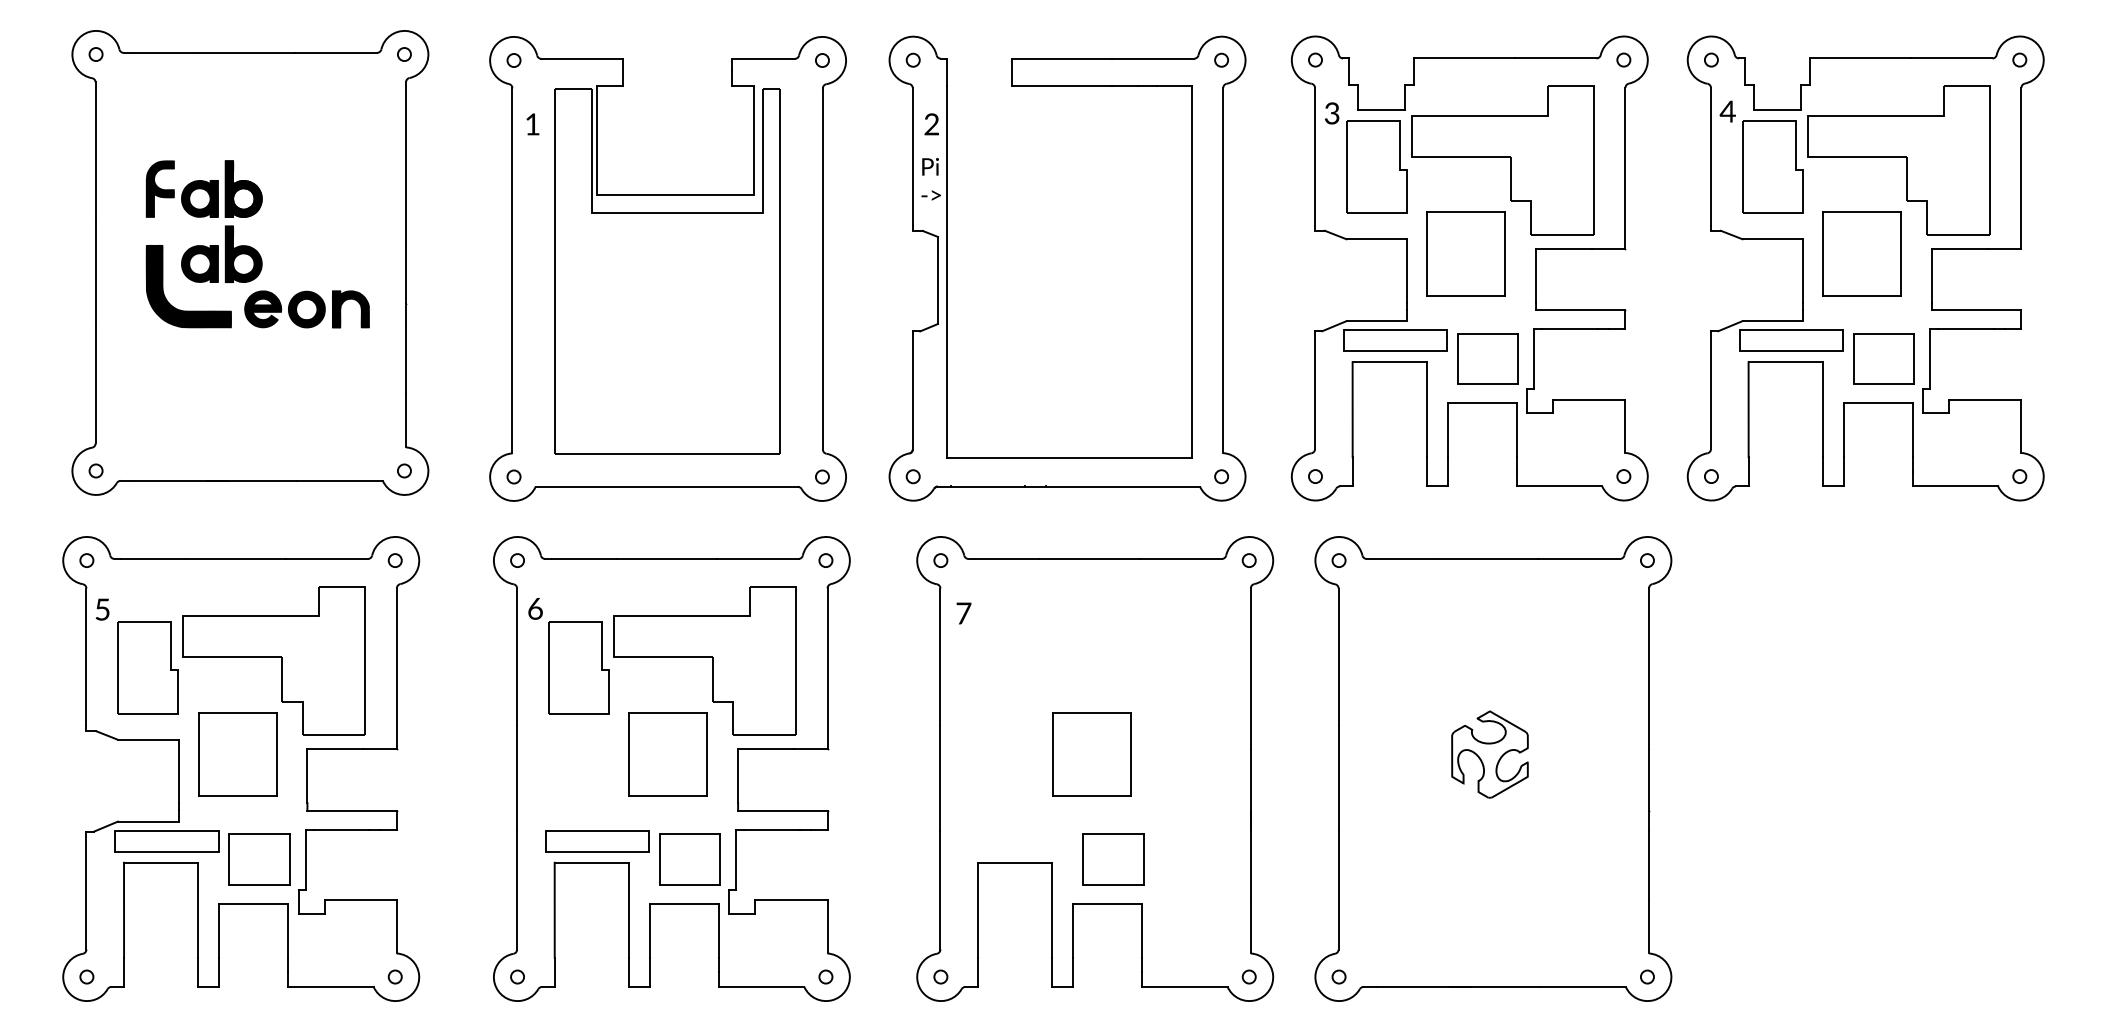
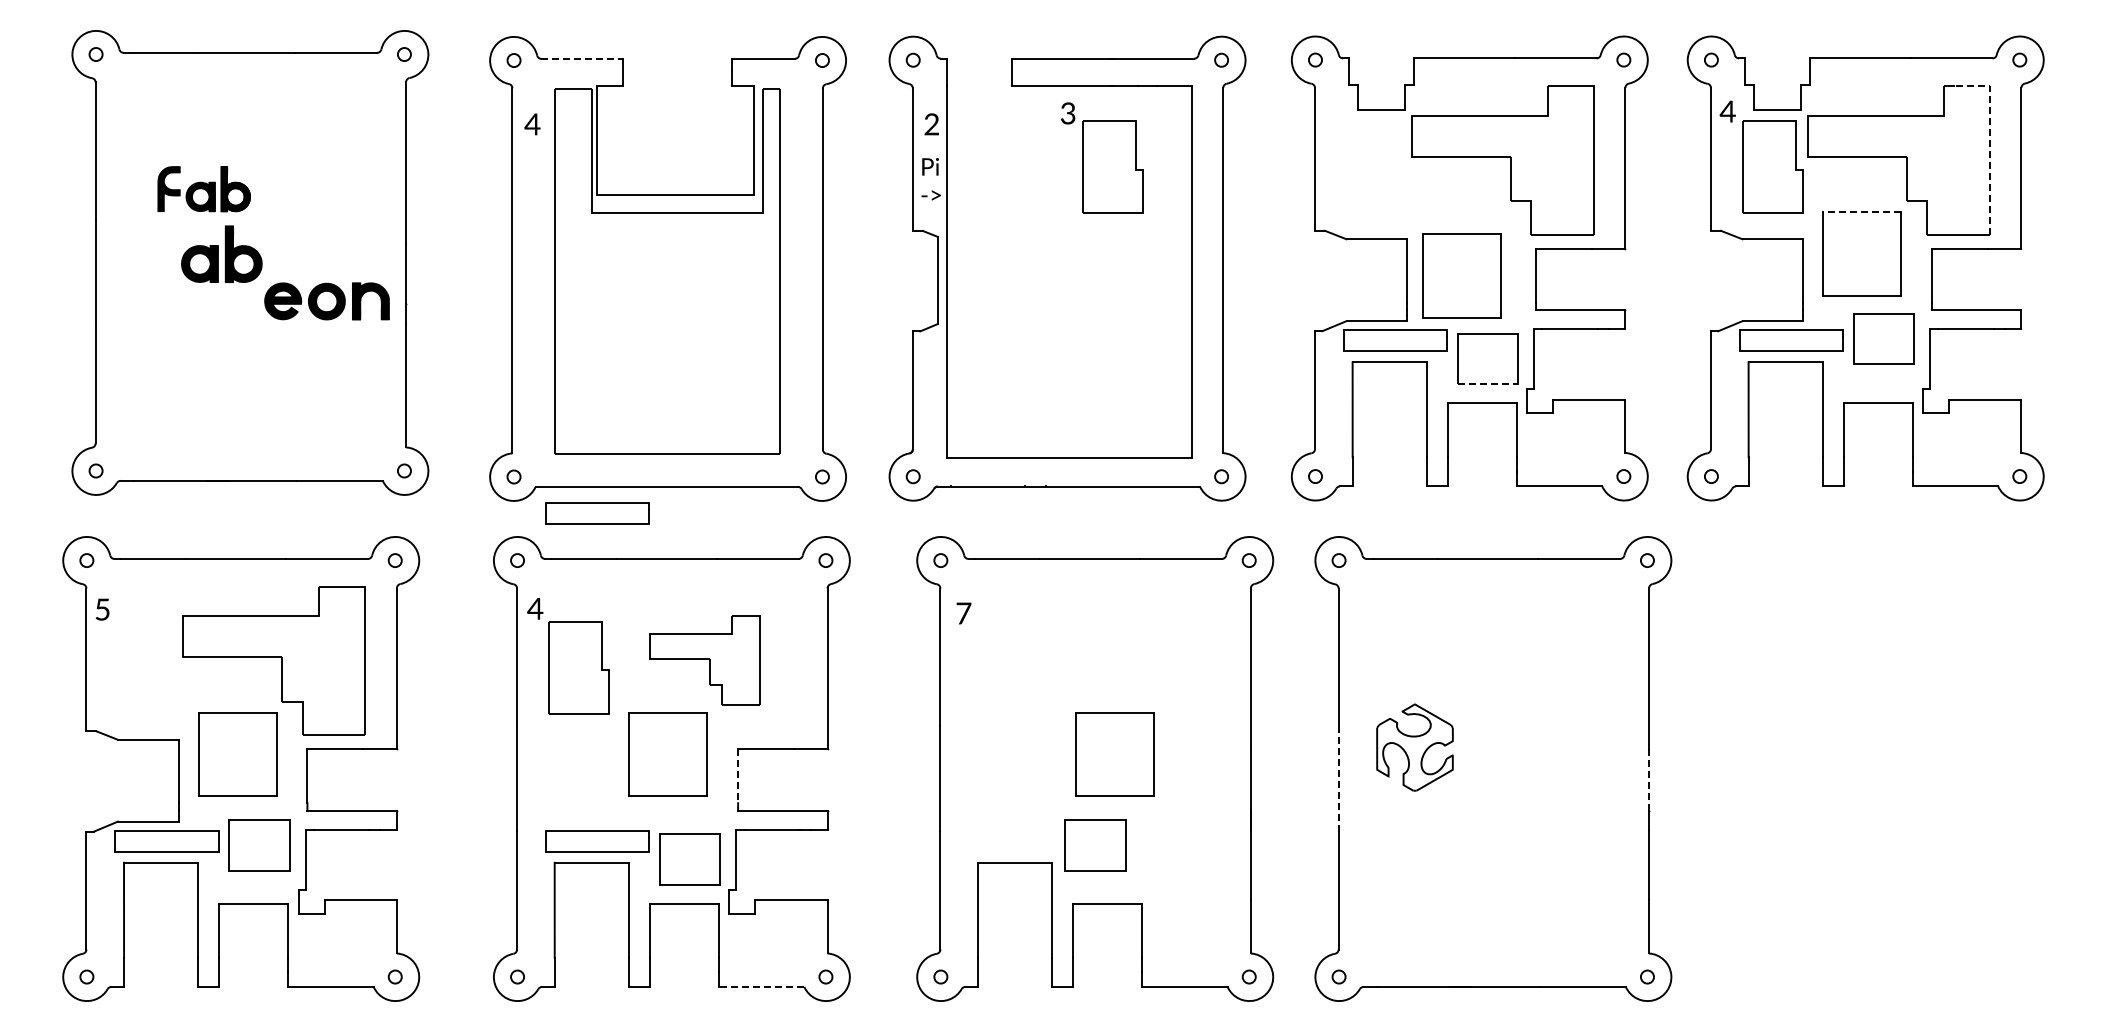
line at (582, 58): solid -> dashed
text at (532, 124): 1 -> 4
line at (1989, 141): solid -> dashed
part at (1366, 157) position: (1366, 157) -> (1102, 157)
part at (203, 188) size: 118x58 px -> 94x47 px
line at (1861, 212): solid -> dashed
part at (1465, 253) position: (1465, 253) -> (1461, 275)
part at (306, 309) position: (306, 309) -> (326, 301)
part at (188, 310): present -> none
part at (1883, 358) position: (1883, 358) -> (1883, 338)
line at (1488, 384): solid -> dashed
part at (597, 513): none -> present
text at (535, 608): 6 -> 4
part at (704, 660) size: 184x150 px -> 112x91 px
part at (147, 667): present -> none
part at (1091, 754) position: (1091, 754) -> (1114, 754)
part at (1489, 754) position: (1489, 754) -> (1414, 747)
line at (738, 776): solid -> dashed
line at (1649, 779): solid -> dashed
line at (1338, 781): solid -> dashed
part at (259, 859) position: (259, 859) -> (259, 845)
part at (1113, 859) position: (1113, 859) -> (1095, 845)
line at (761, 986): solid -> dashed
